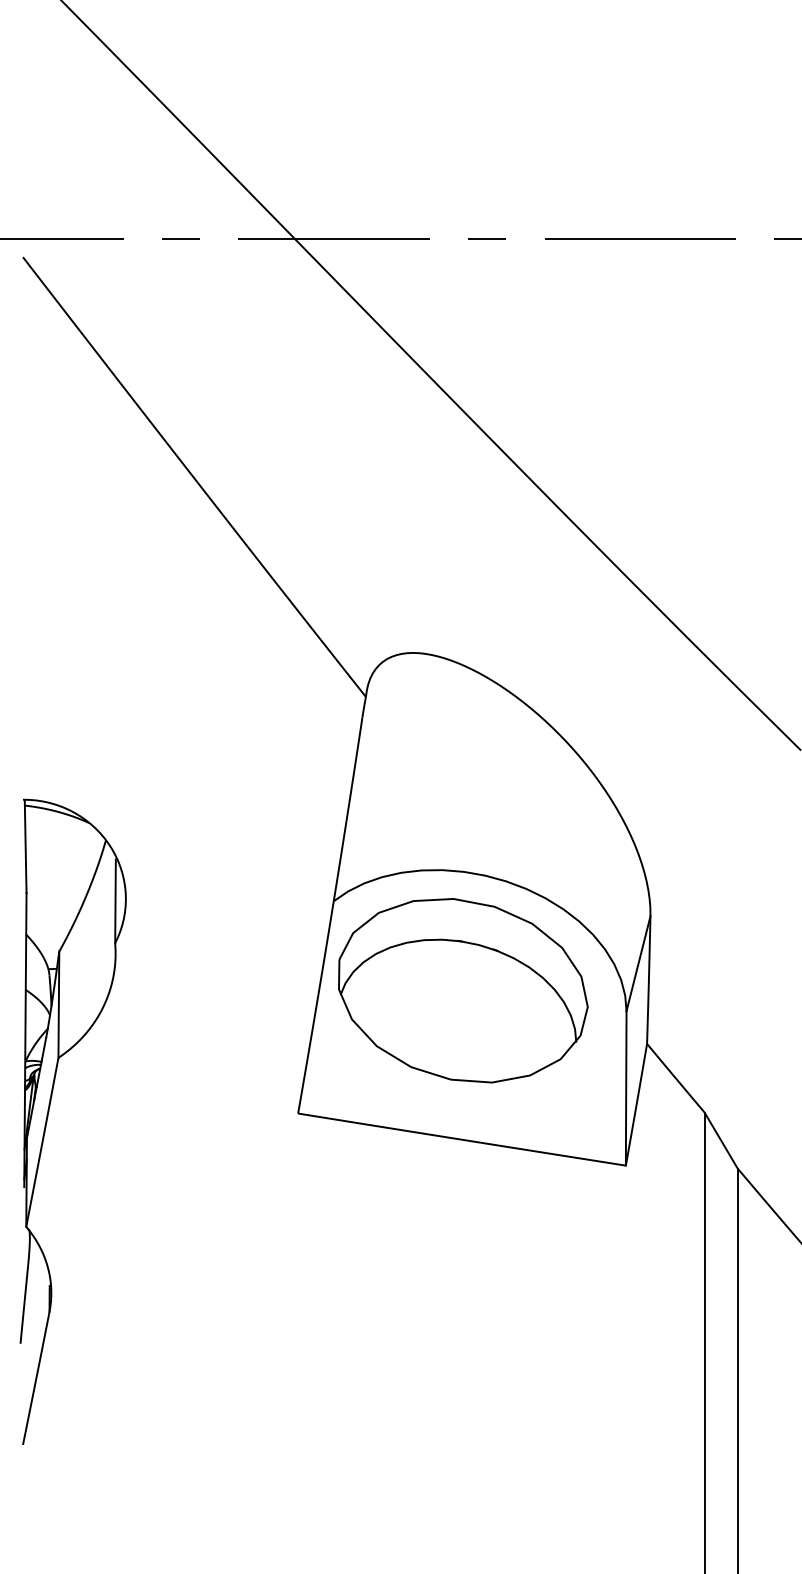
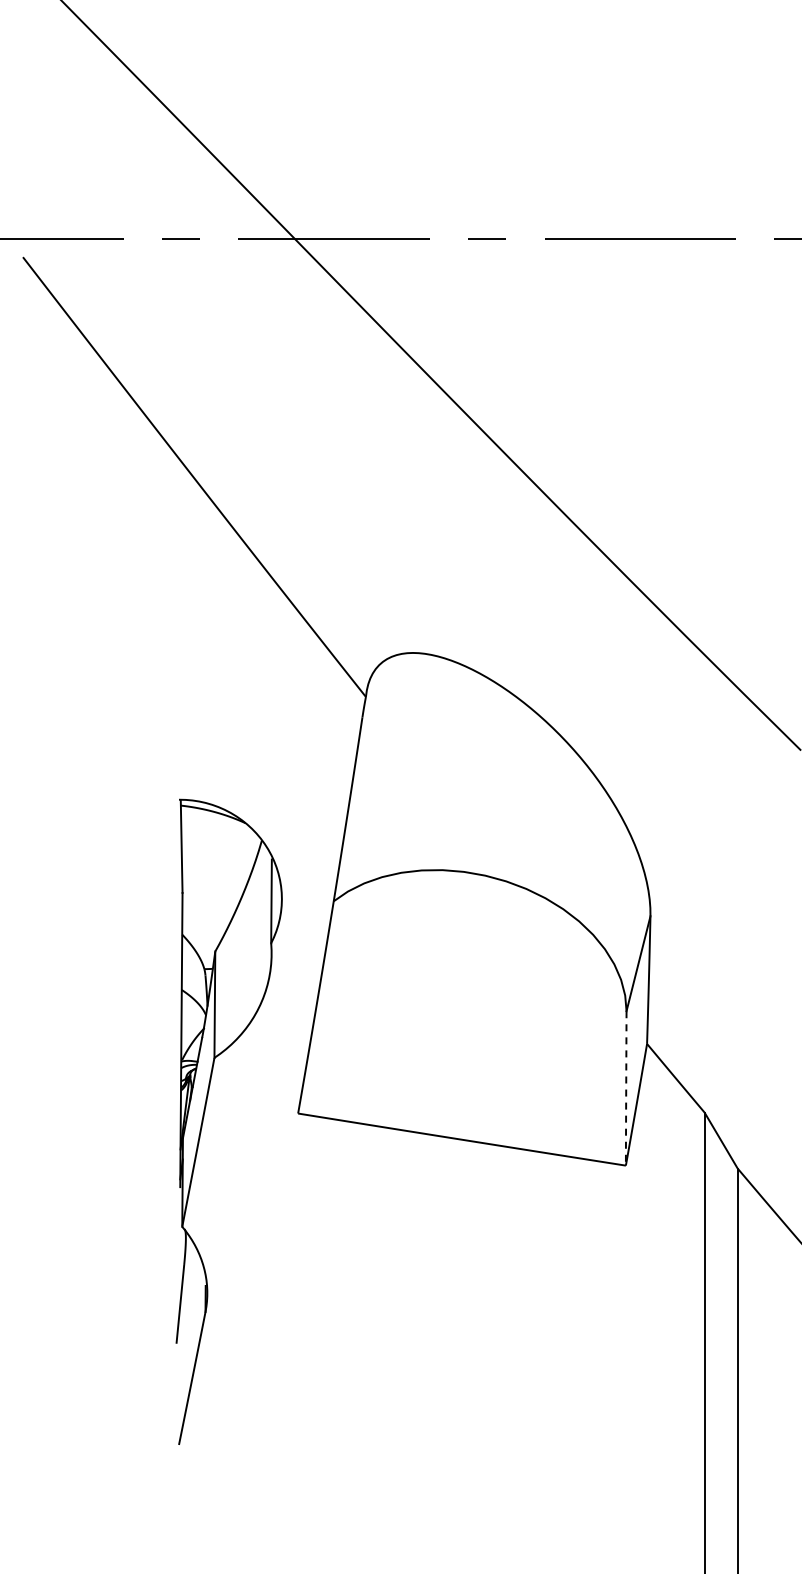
part at (463, 990): present -> none
line at (626, 1088): solid -> dashed
part at (48, 1117) position: (48, 1117) -> (204, 1117)
